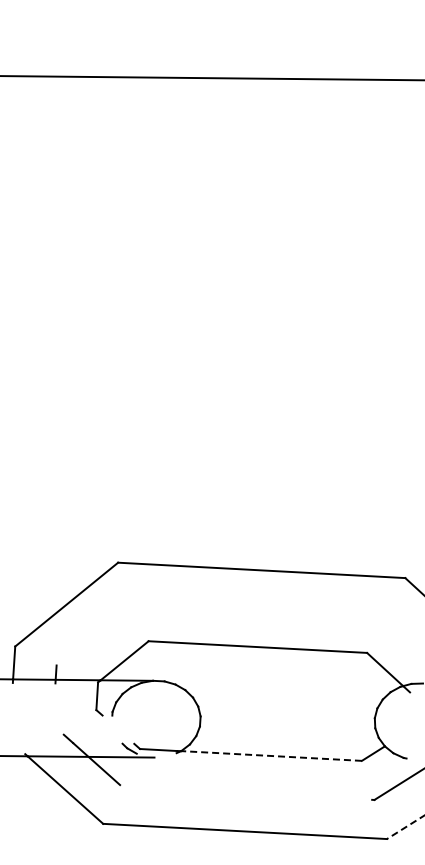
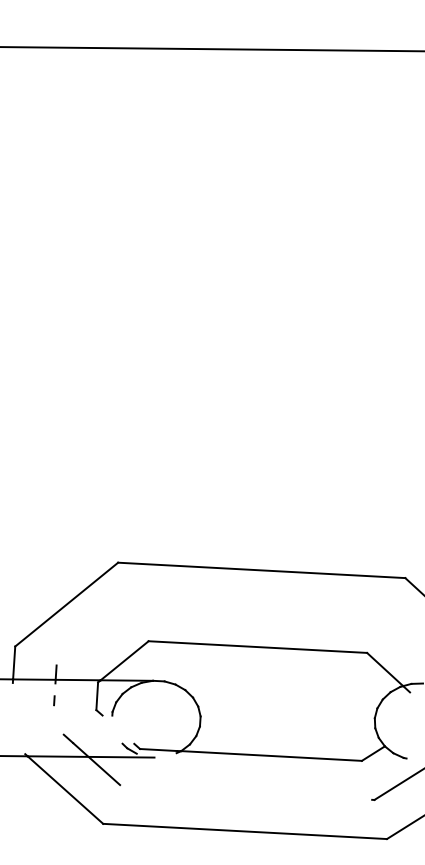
line at (211, 78) position: (211, 78) -> (211, 49)
line at (54, 700): none -> present
line at (271, 755): dashed -> solid
line at (405, 827): dashed -> solid
